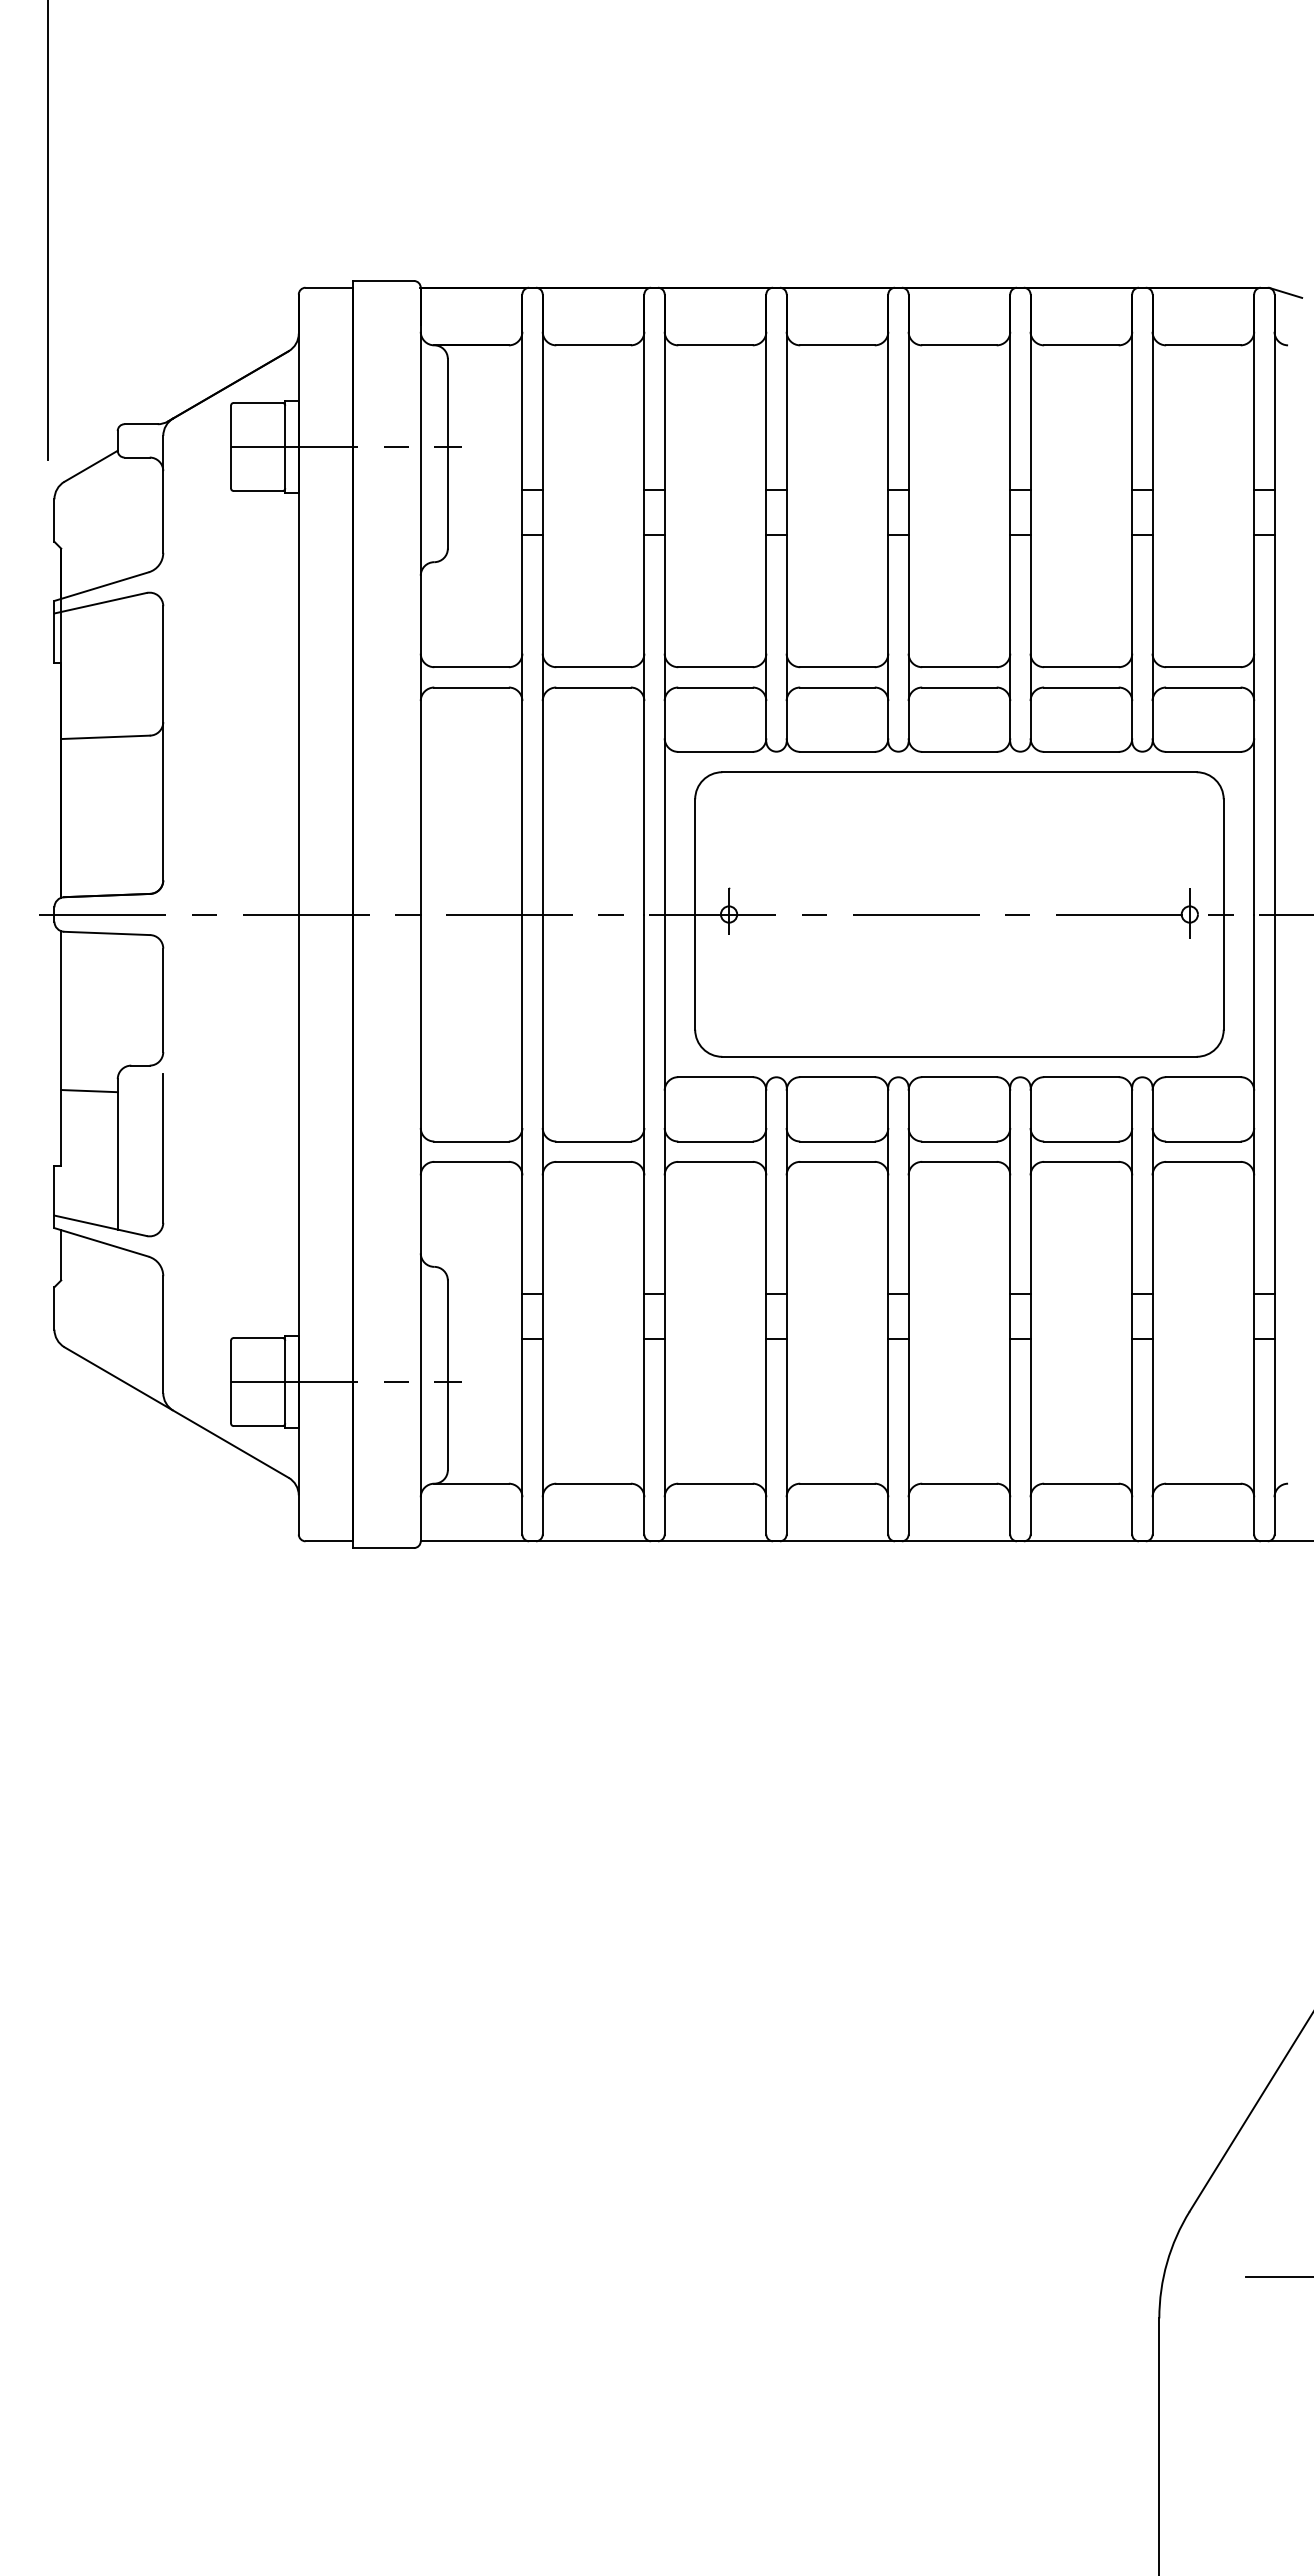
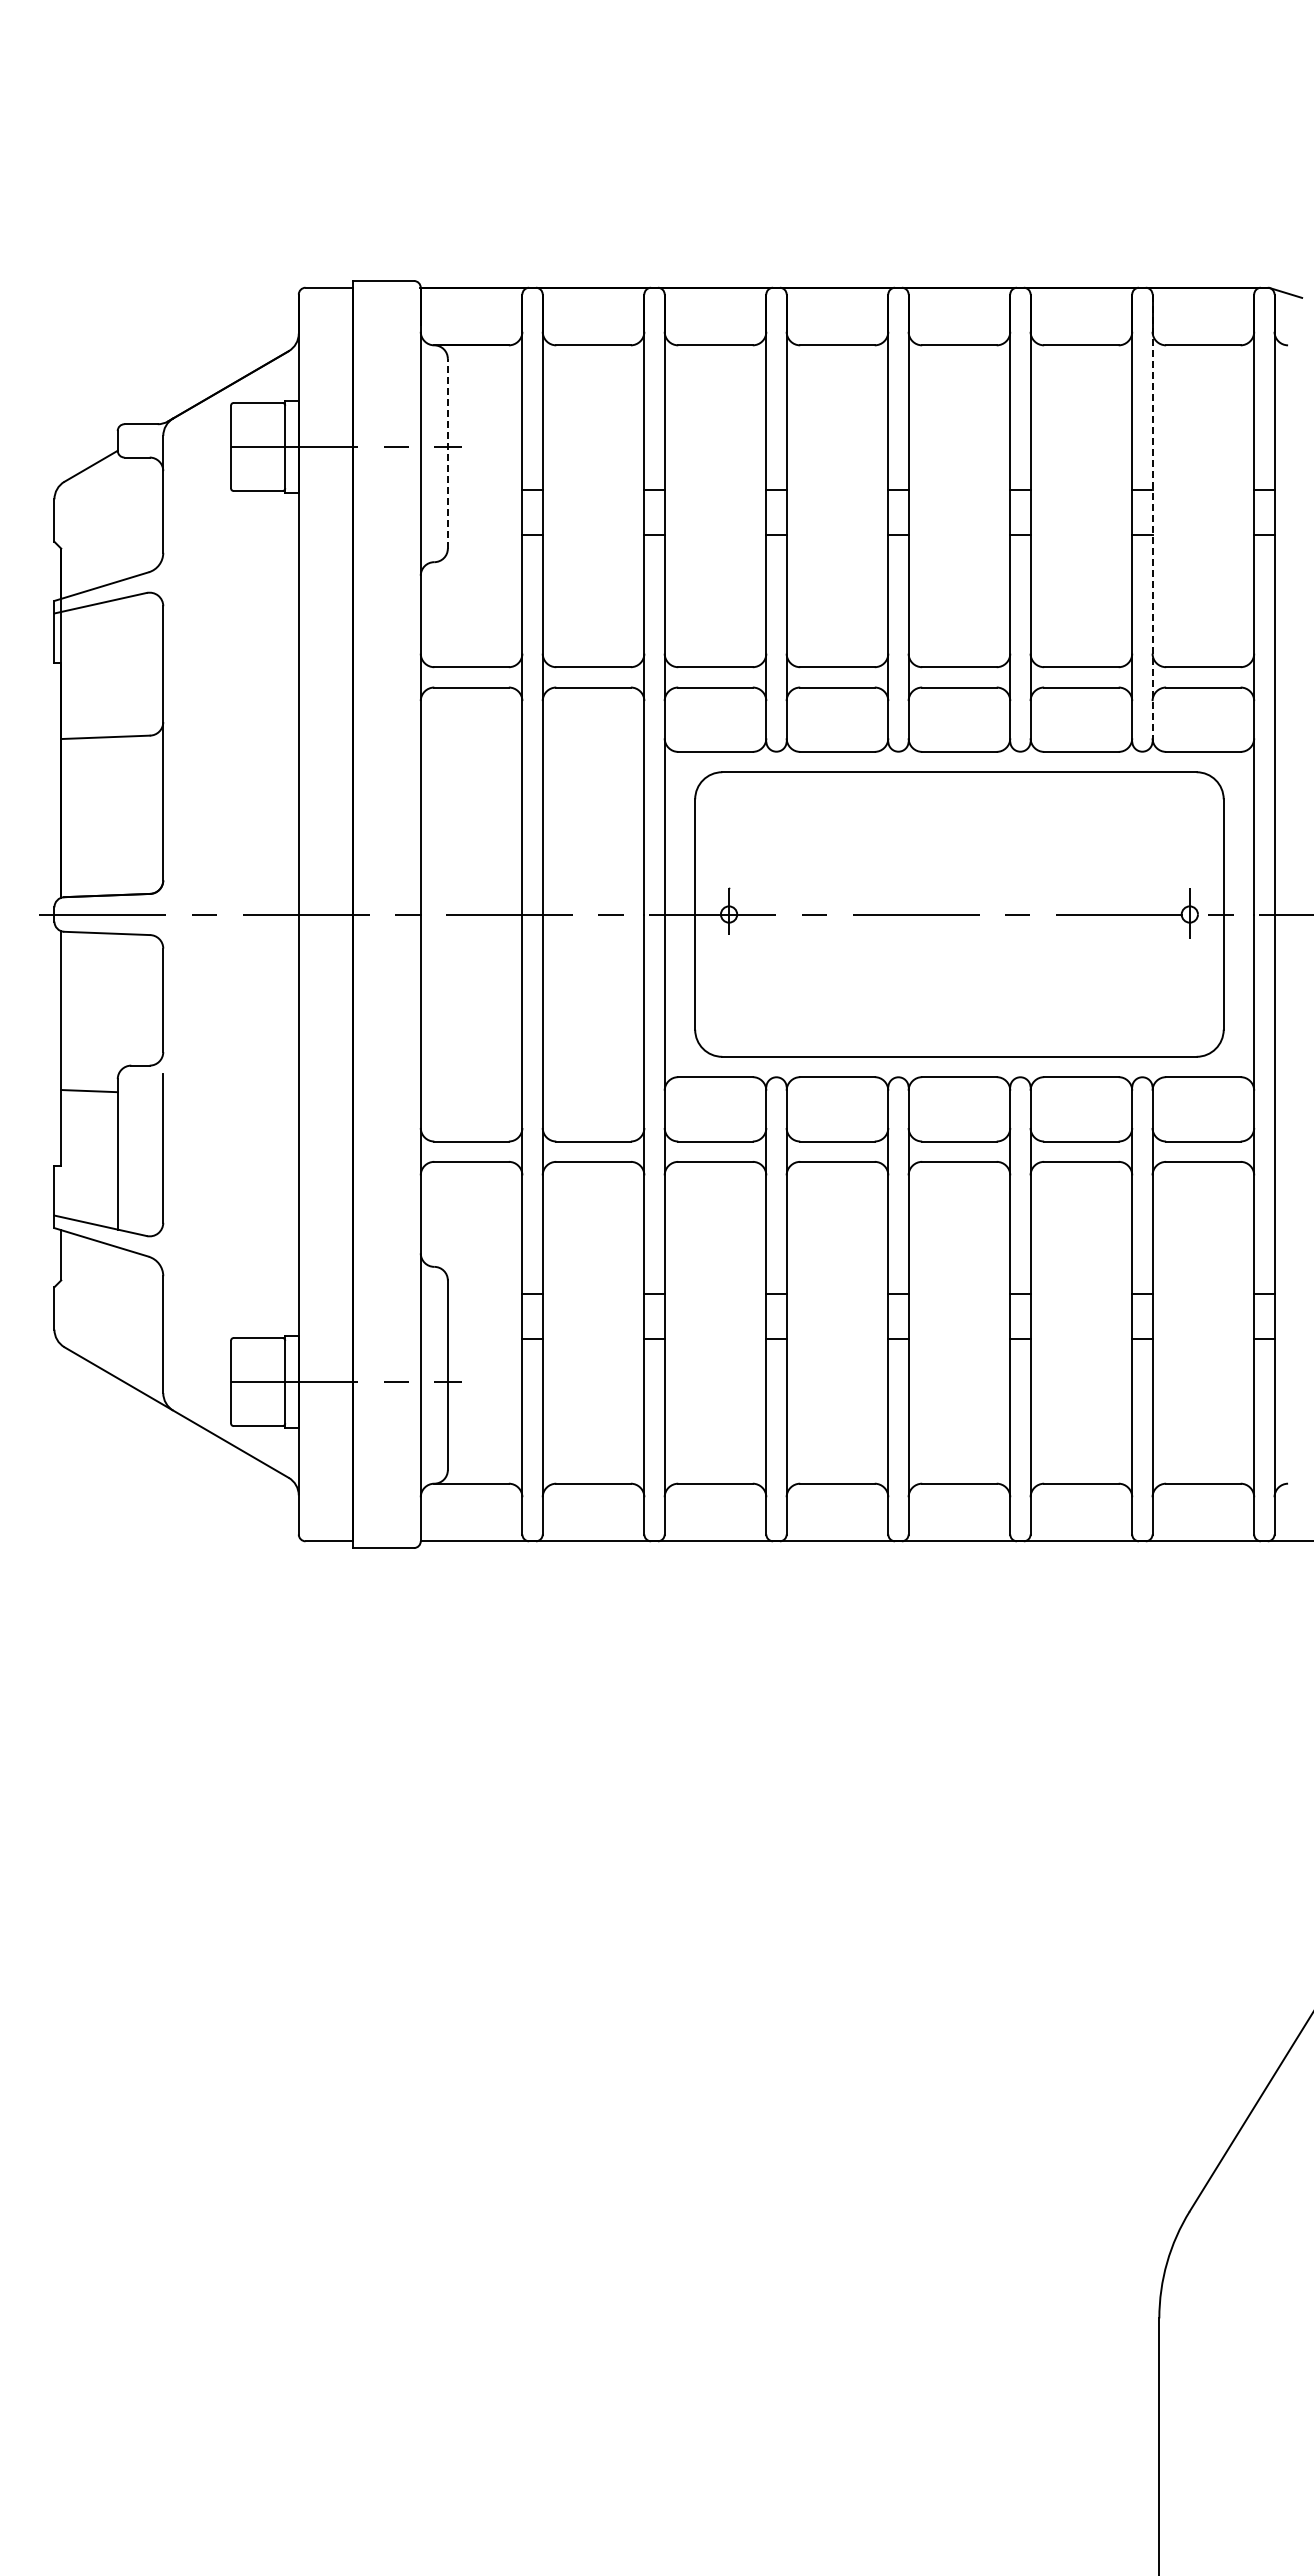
line at (48, 230): present -> none
line at (447, 453): solid -> dashed
line at (1152, 518): solid -> dashed
line at (1278, 2277): present -> none
